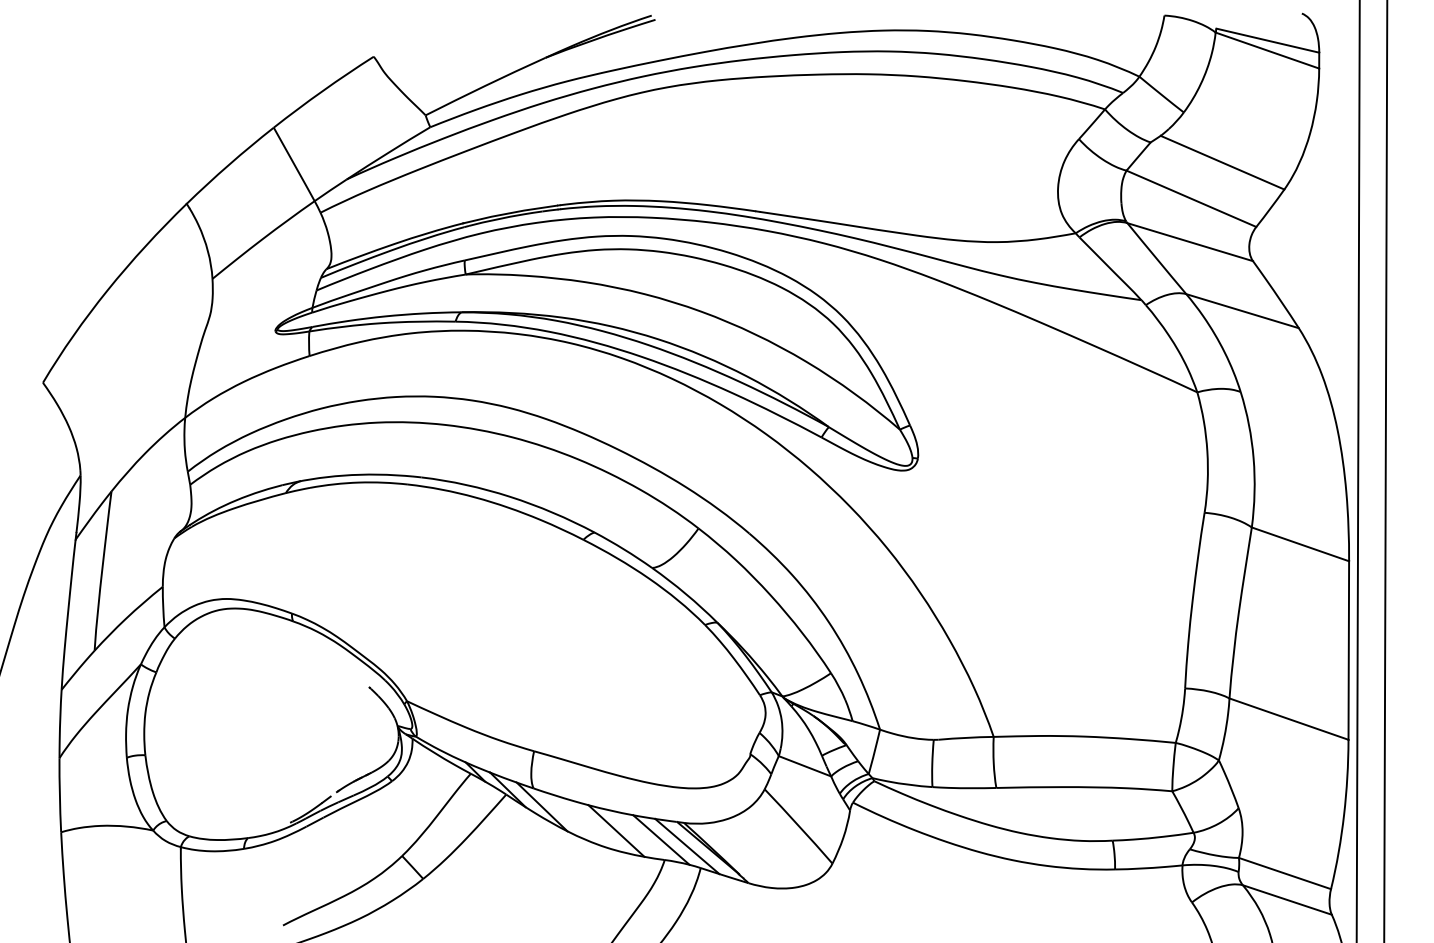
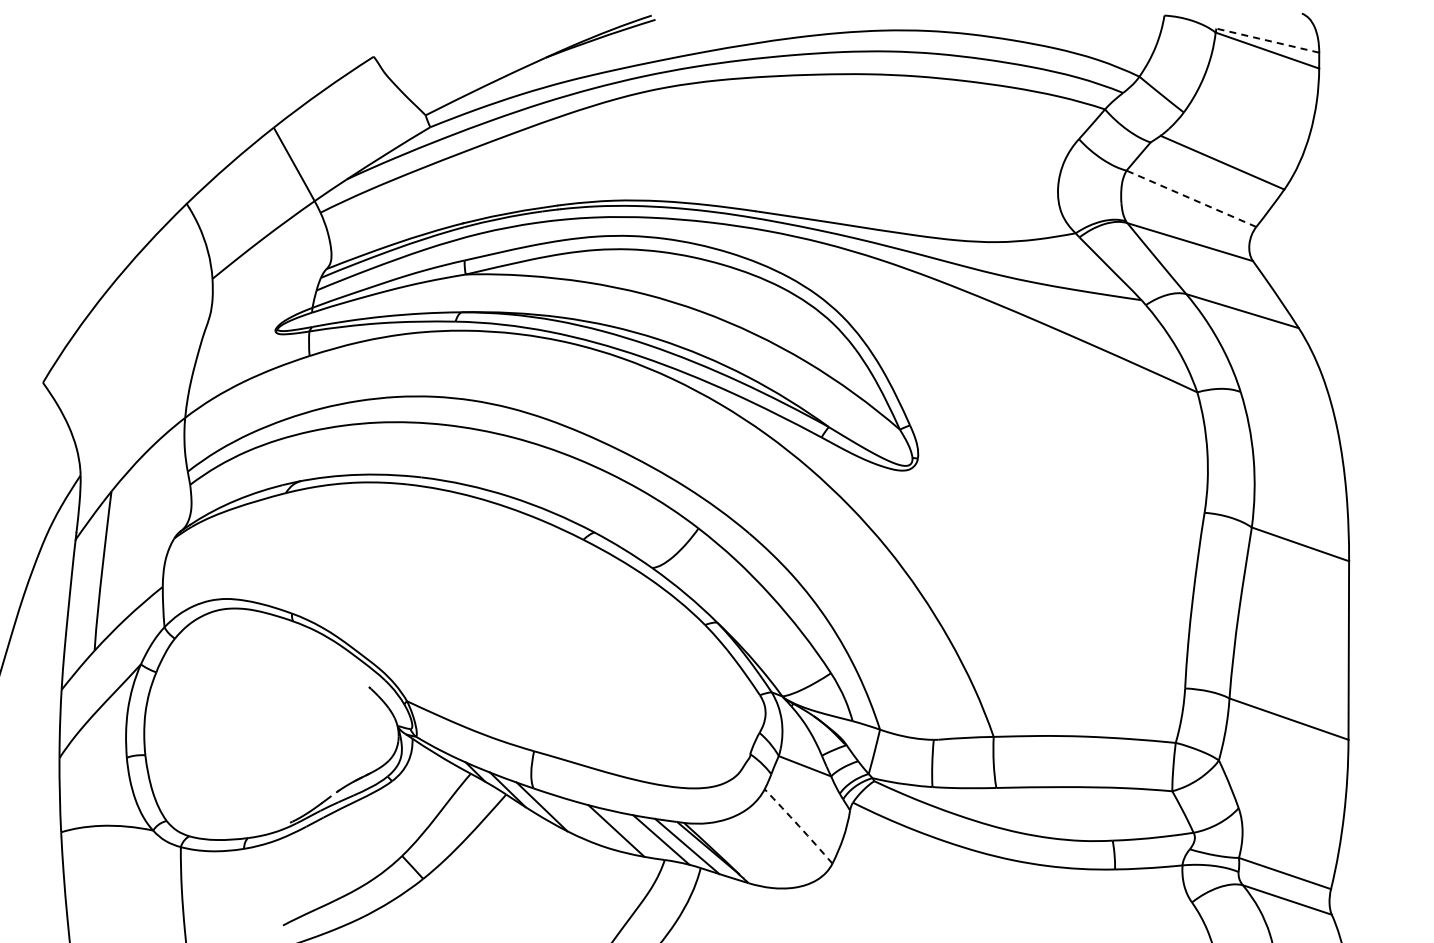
line at (1267, 40): solid -> dashed
line at (1191, 198): solid -> dashed
line at (1357, 470): present -> none
line at (1385, 470): present -> none
arc at (799, 826): solid -> dashed
